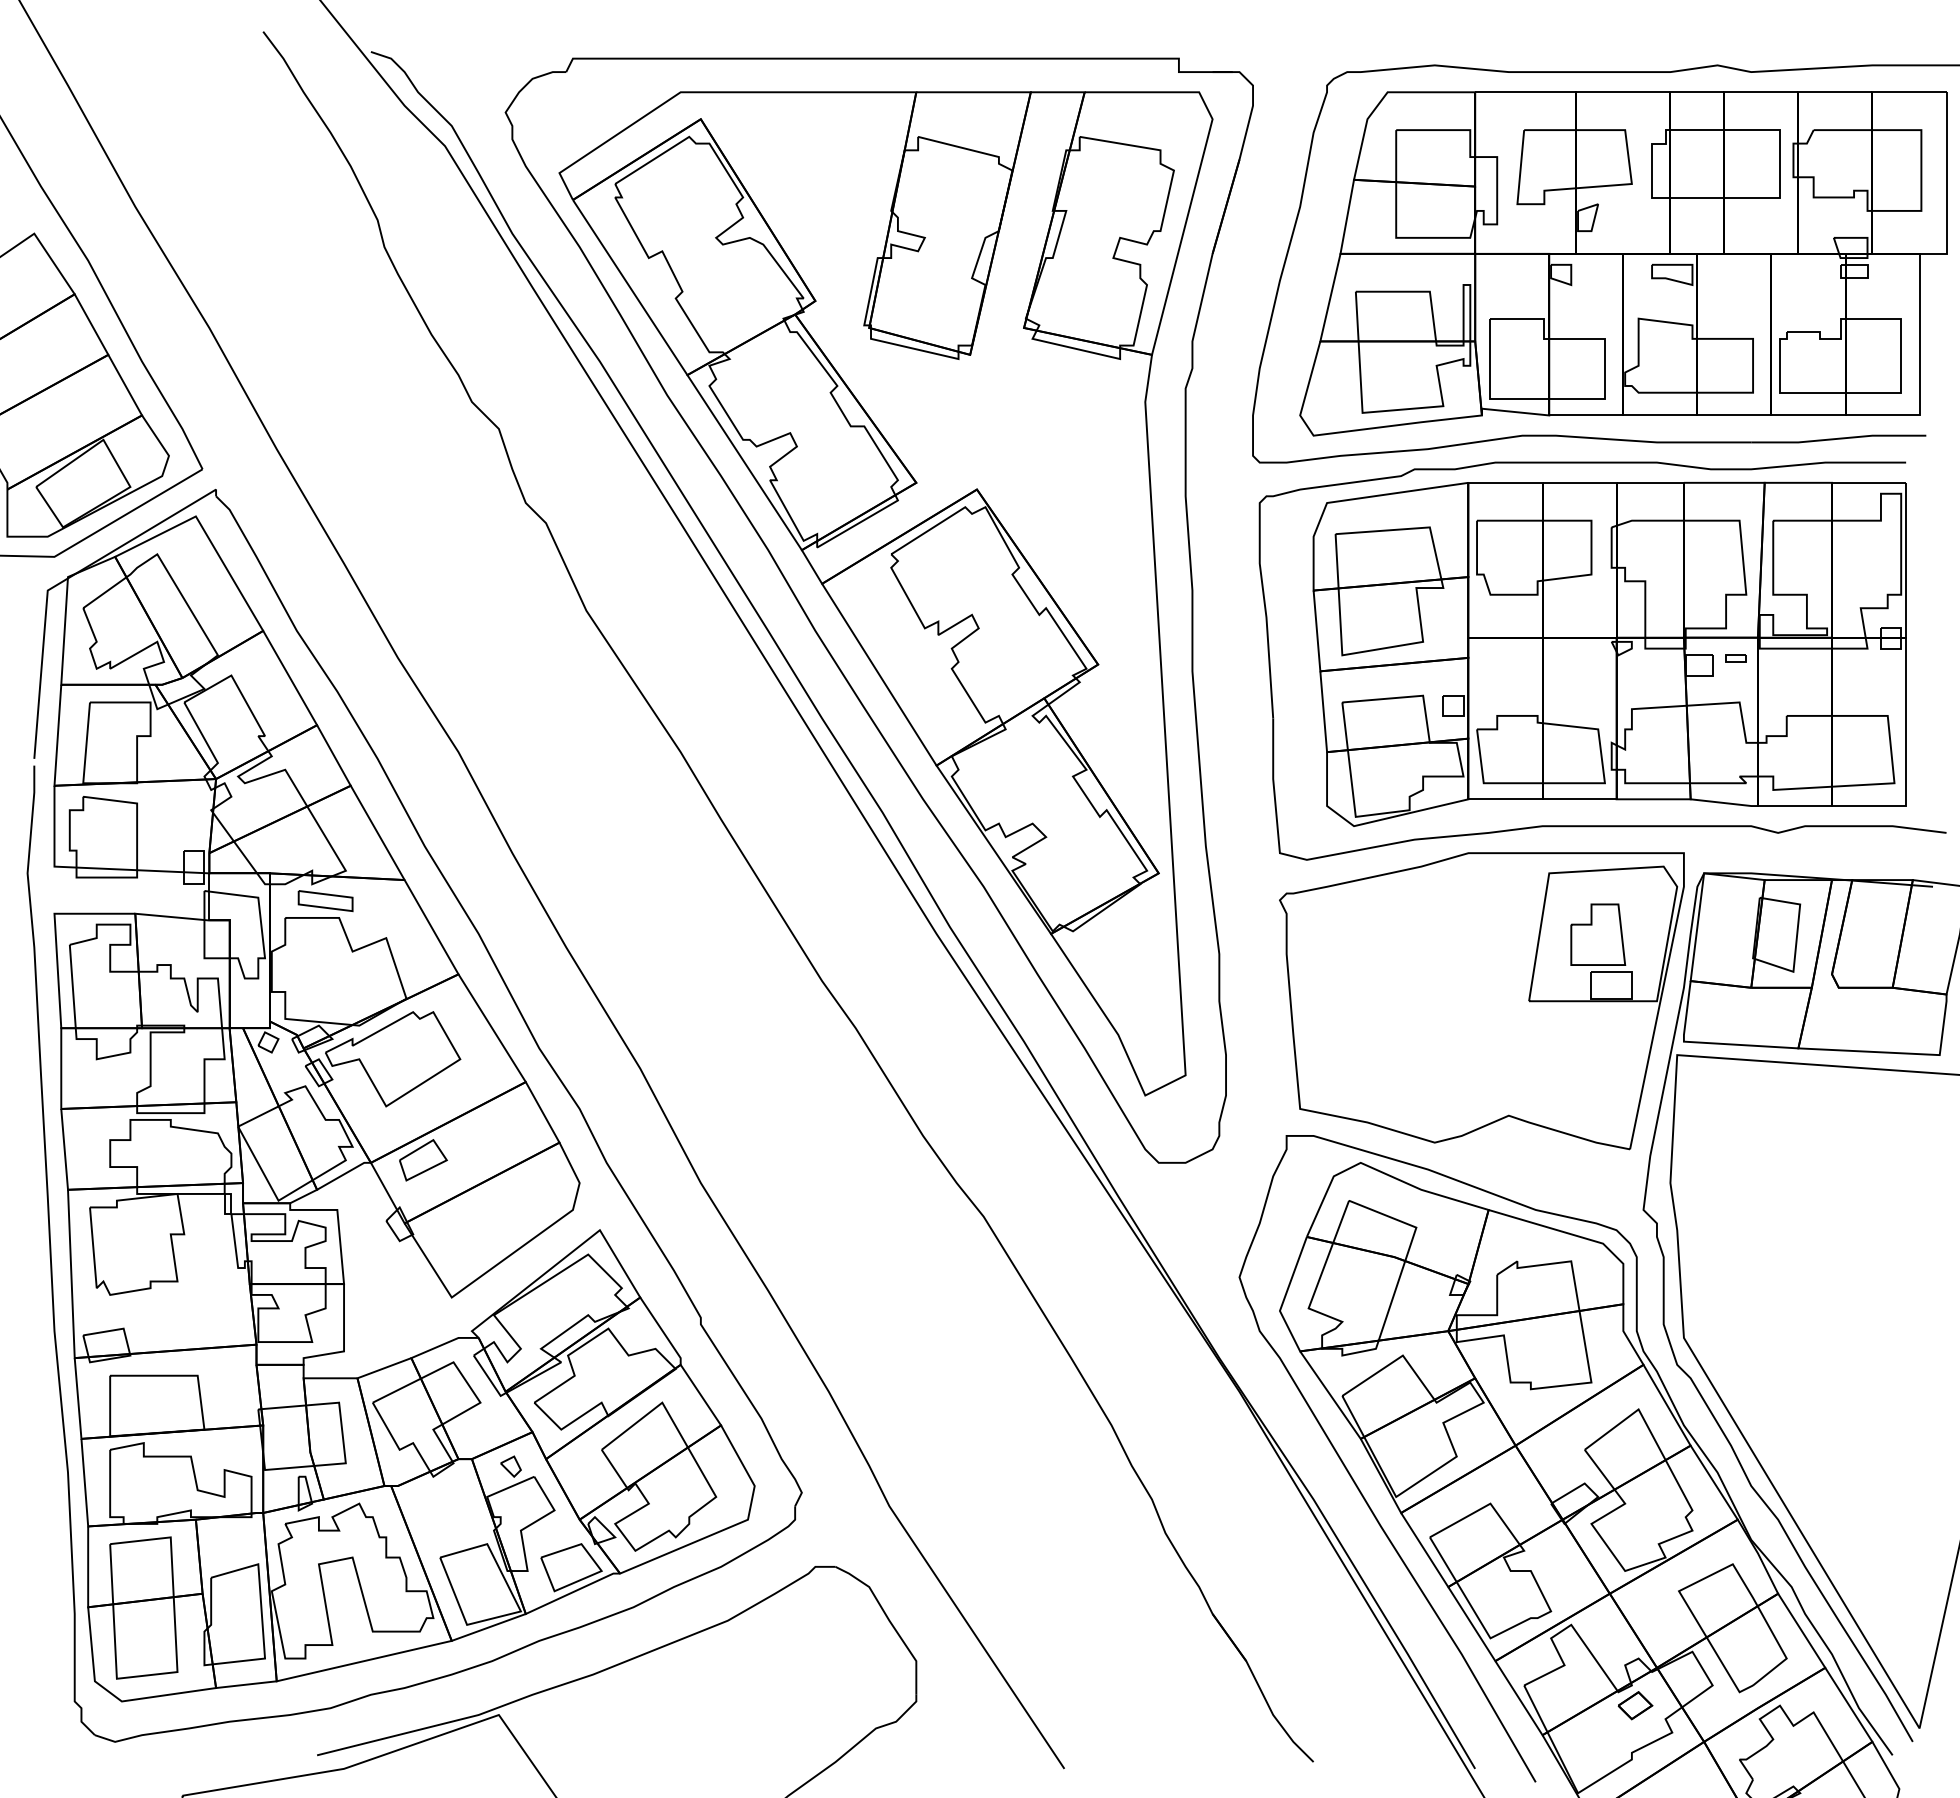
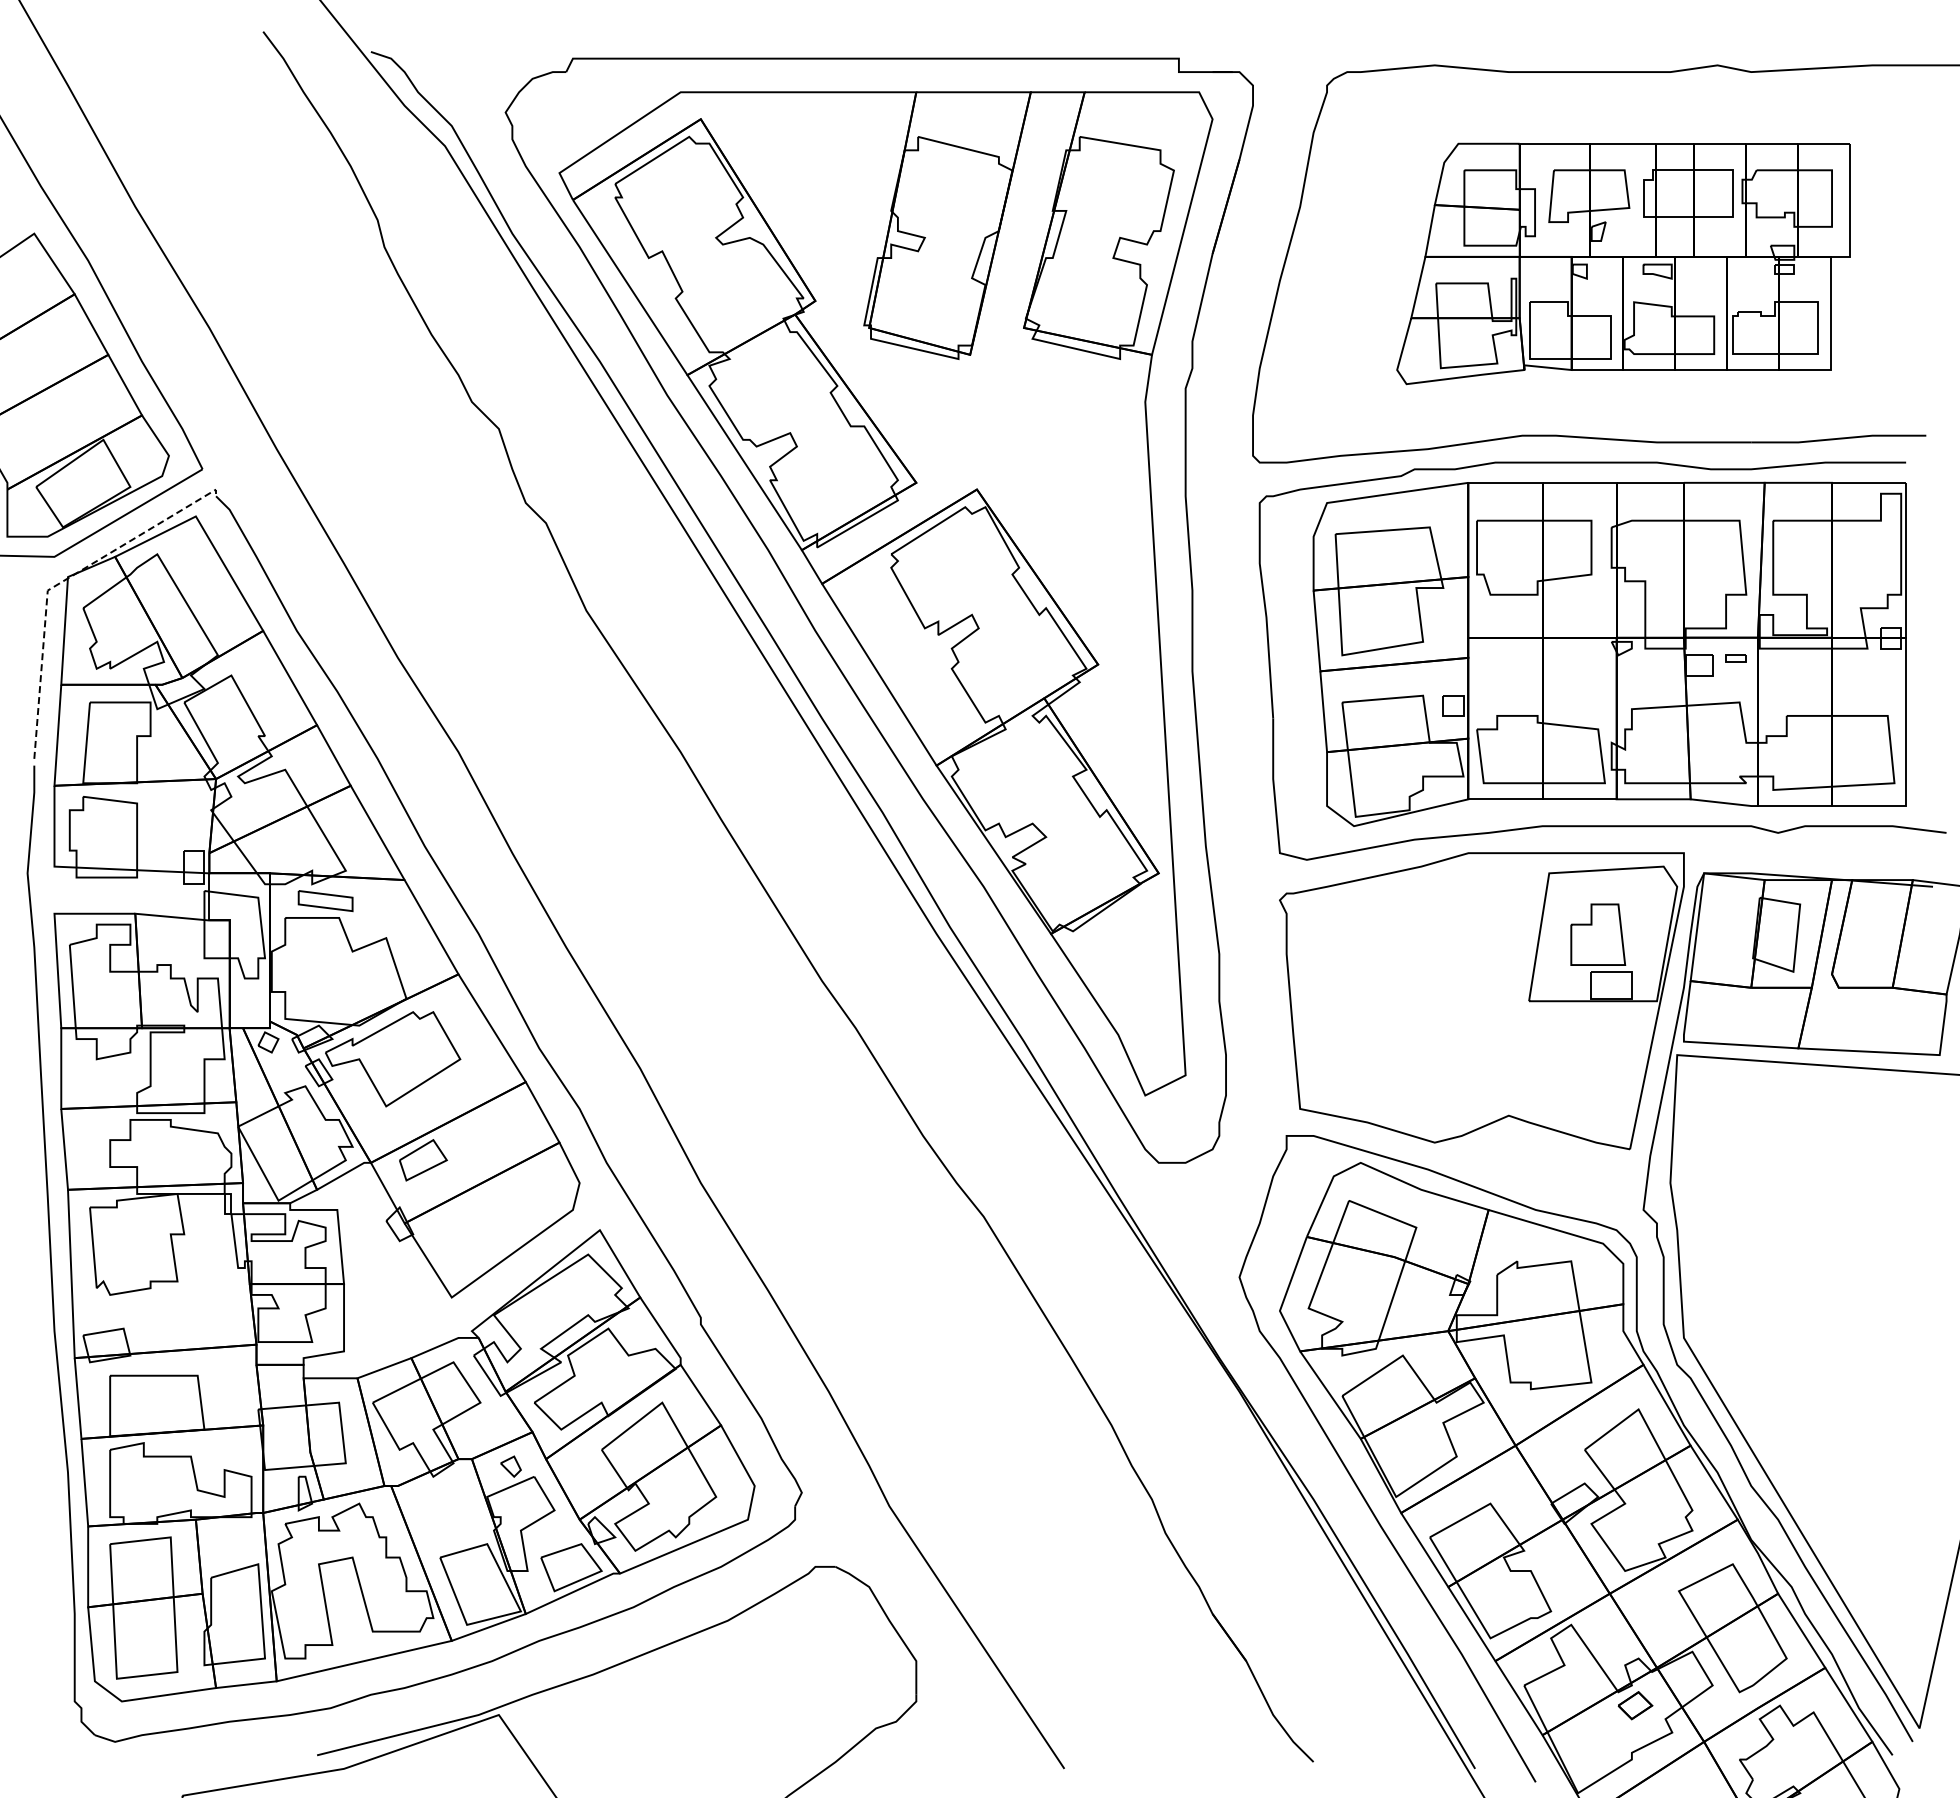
part at (1623, 263) size: 649x346 px -> 455x244 px
line at (63, 581): solid -> dashed
